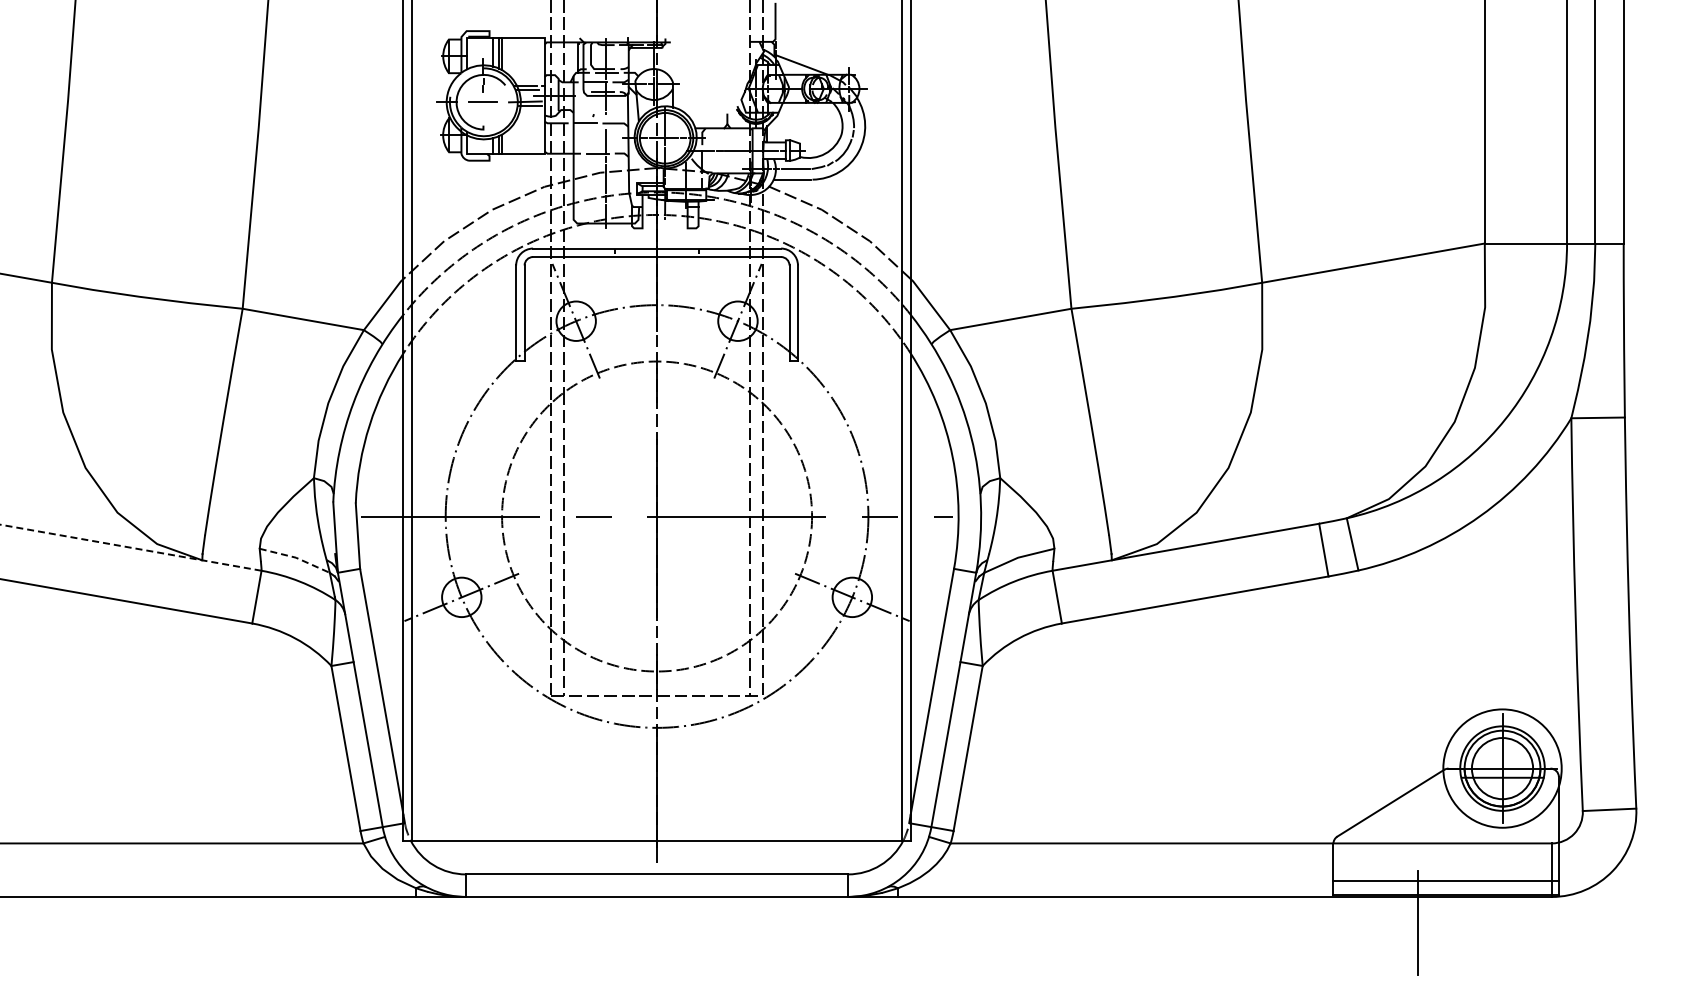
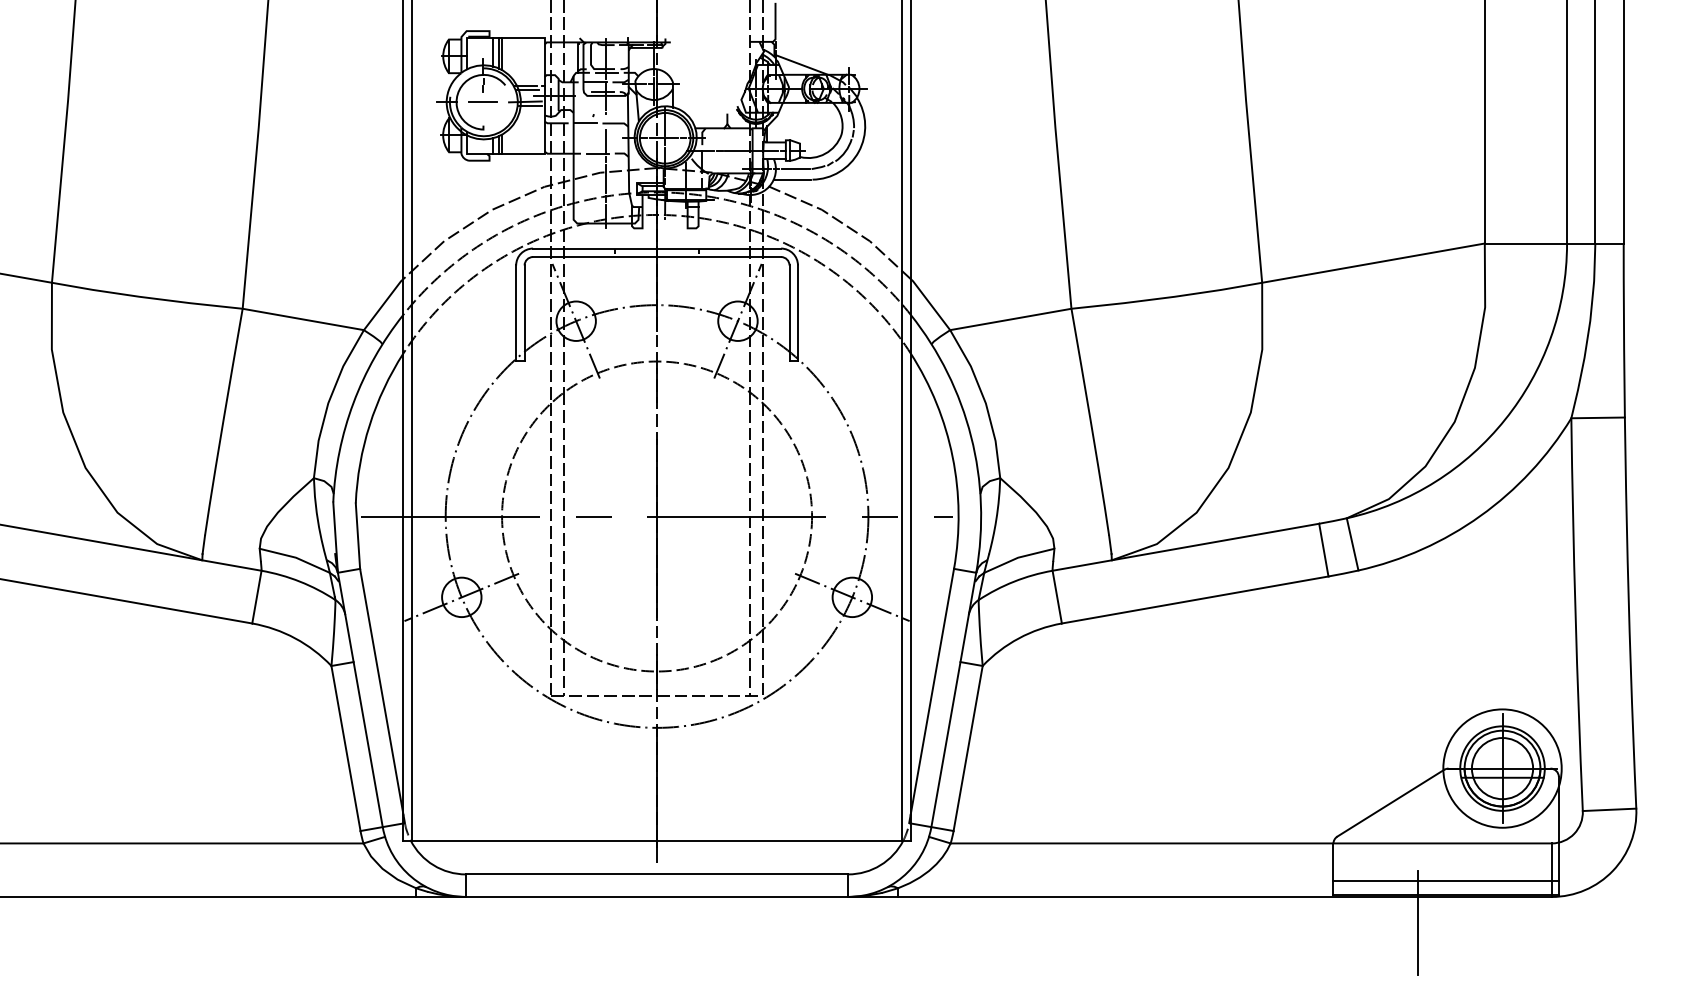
line at (130, 547): dashed -> solid
line at (296, 557): dashed -> solid
